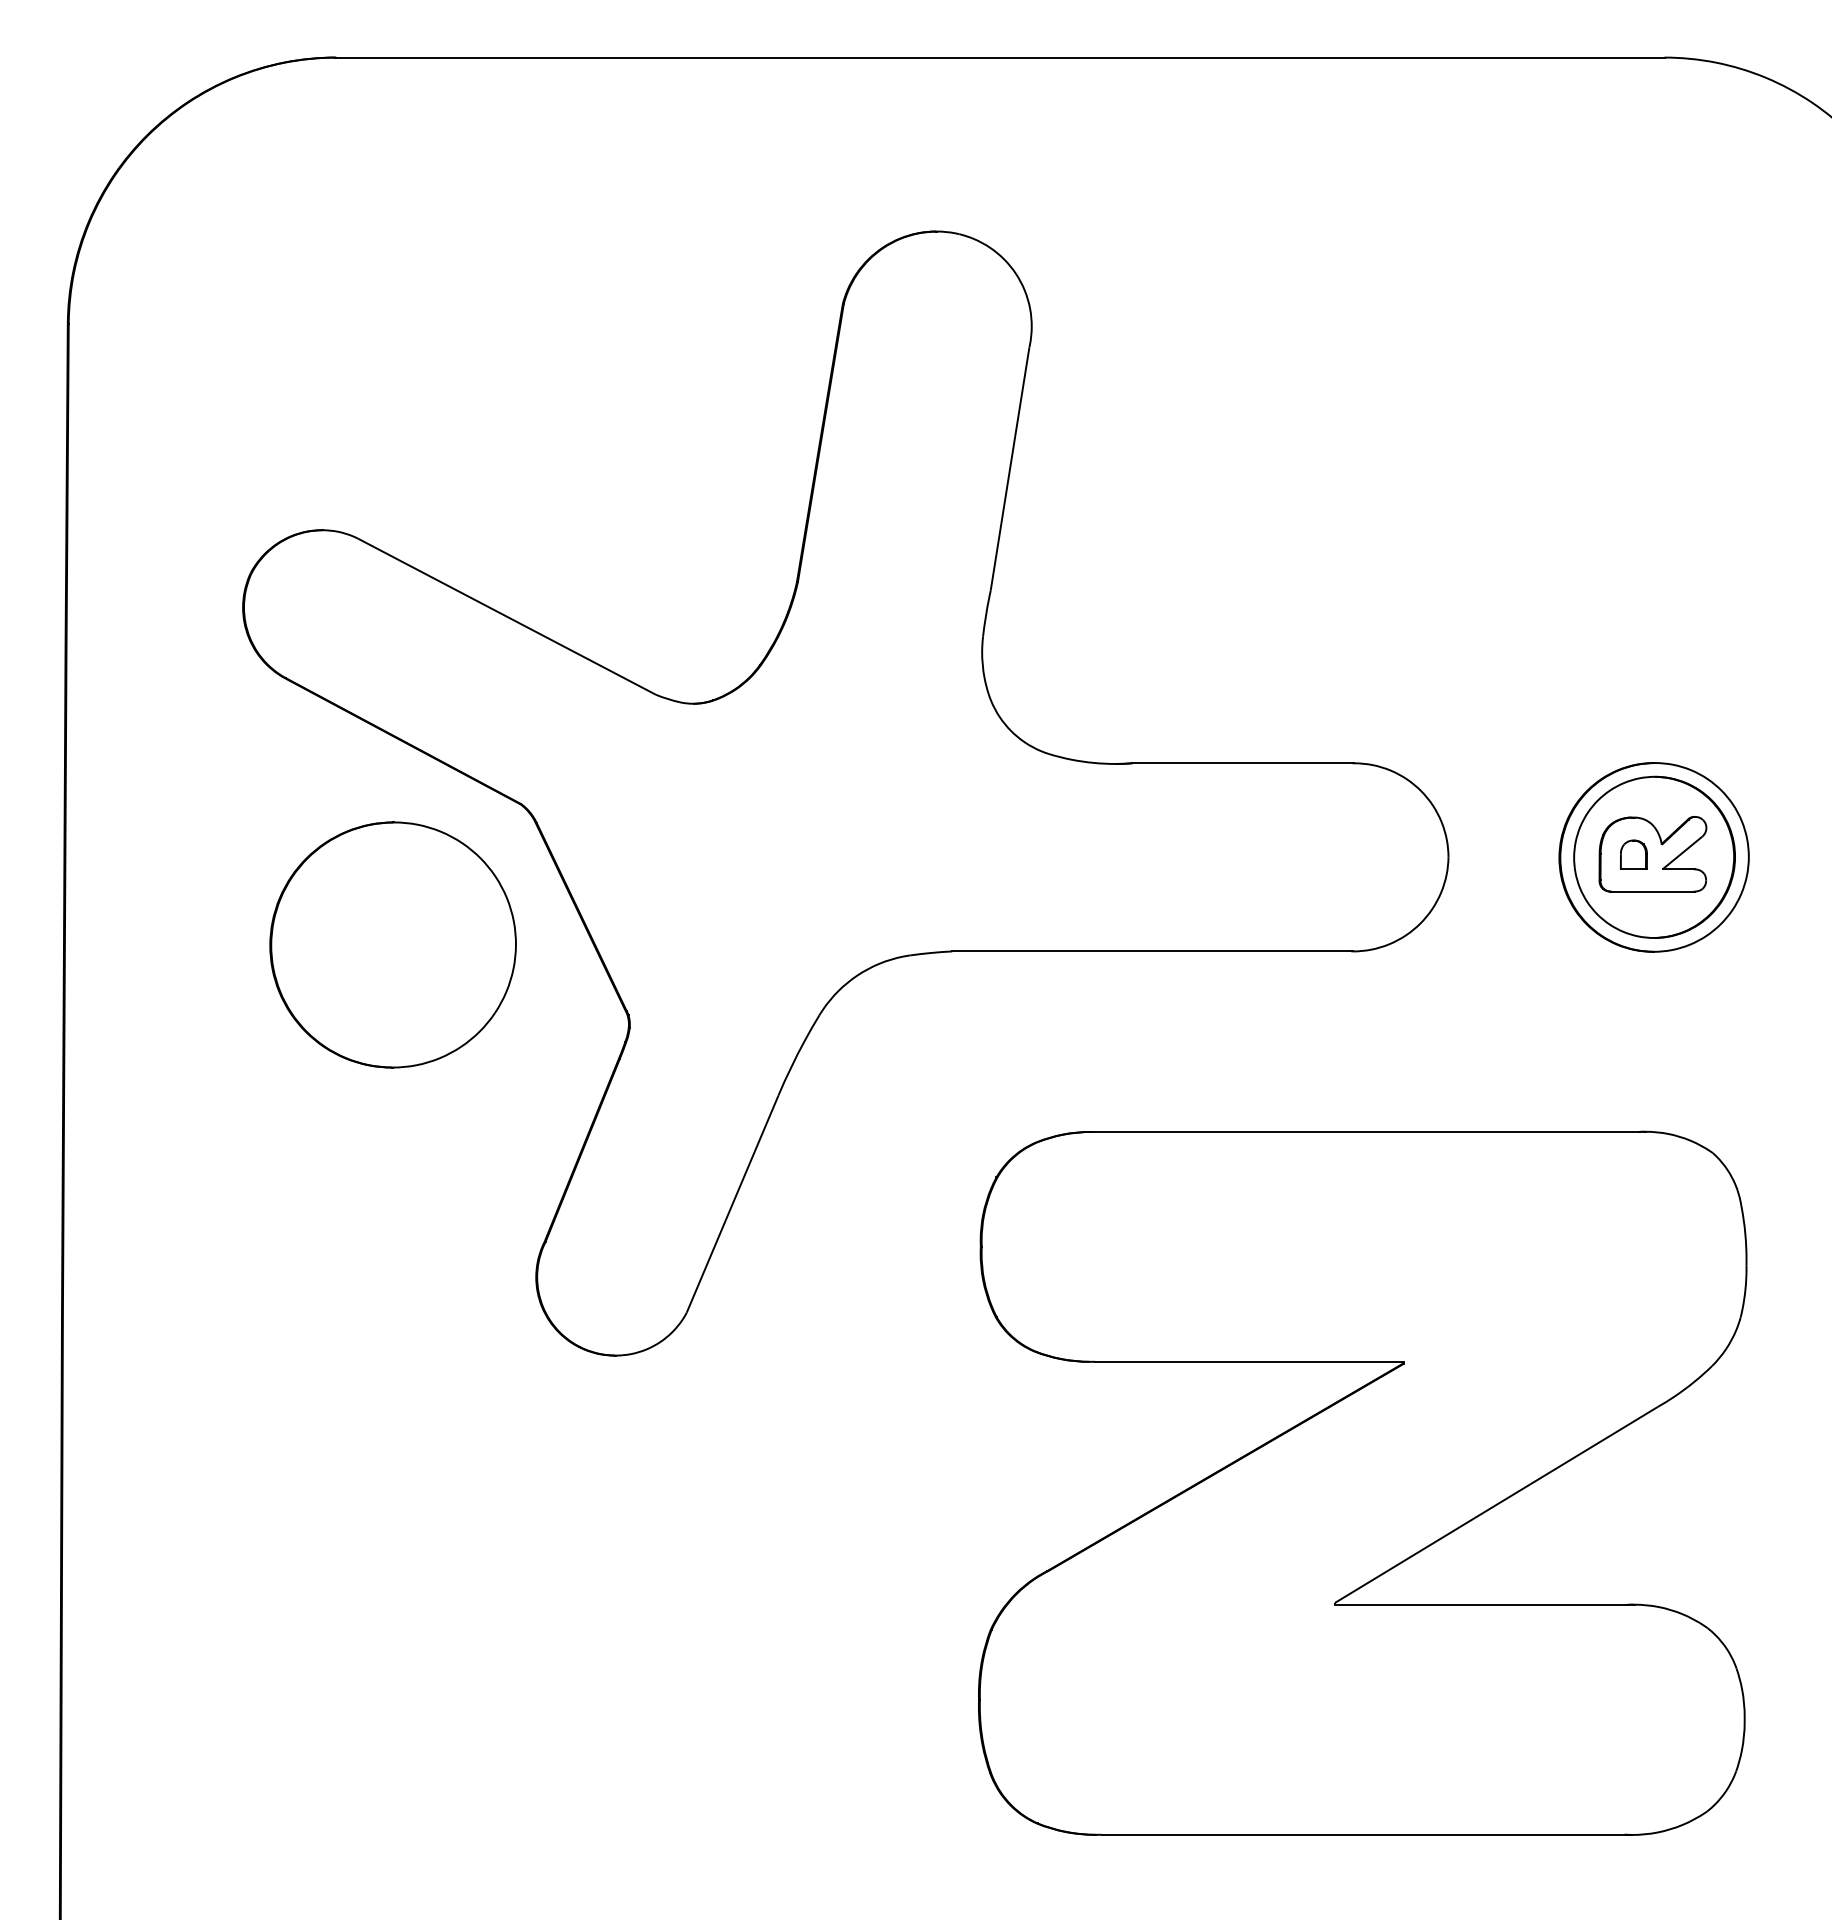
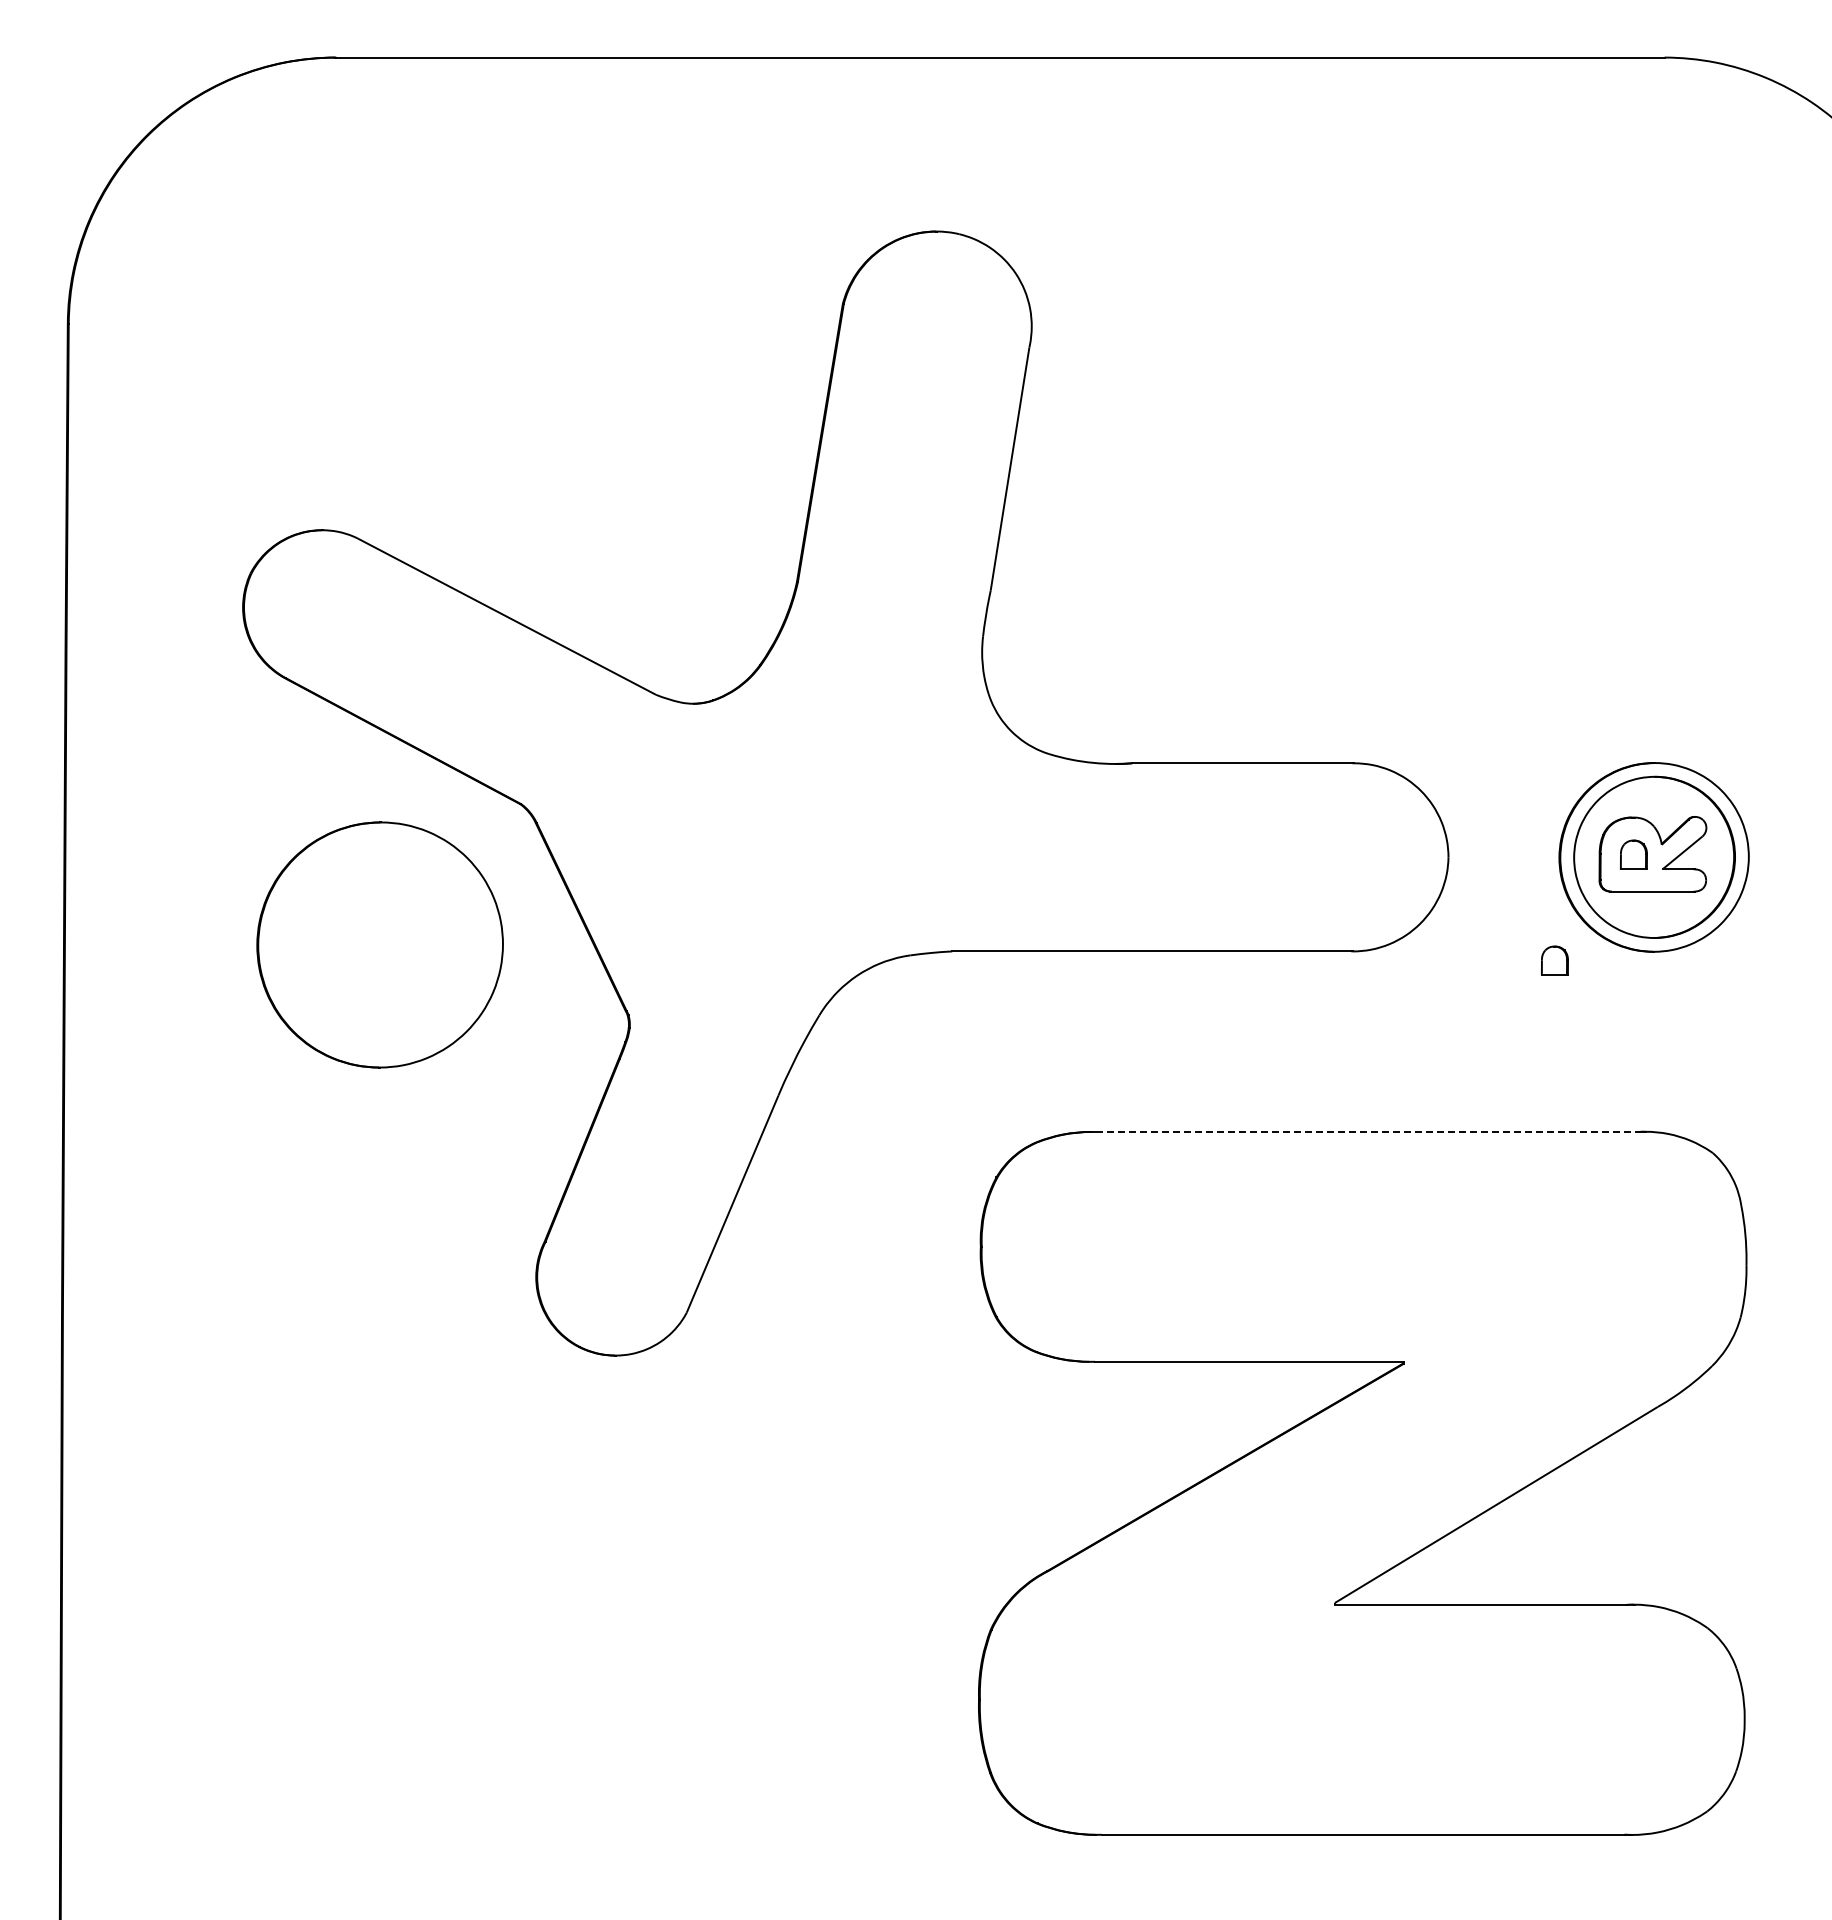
part at (392, 944) position: (392, 944) -> (379, 944)
part at (1554, 960): none -> present
line at (1367, 1132): solid -> dashed
